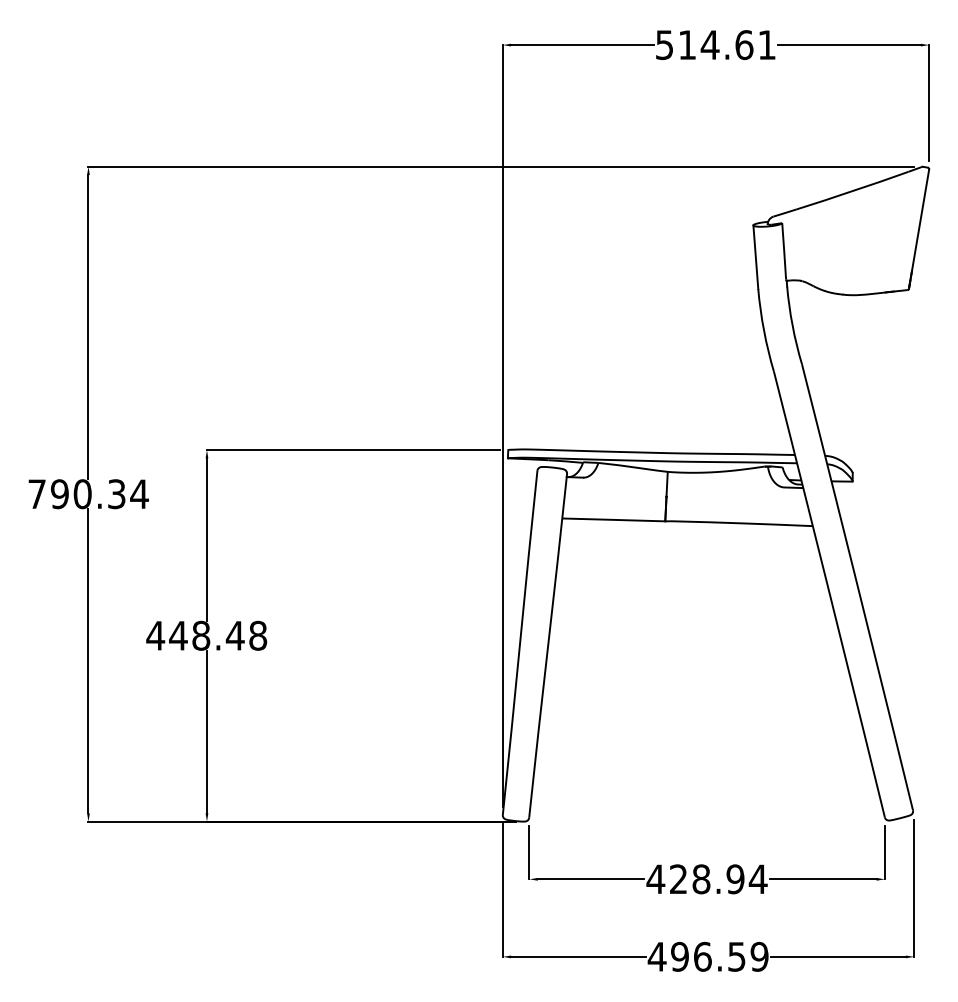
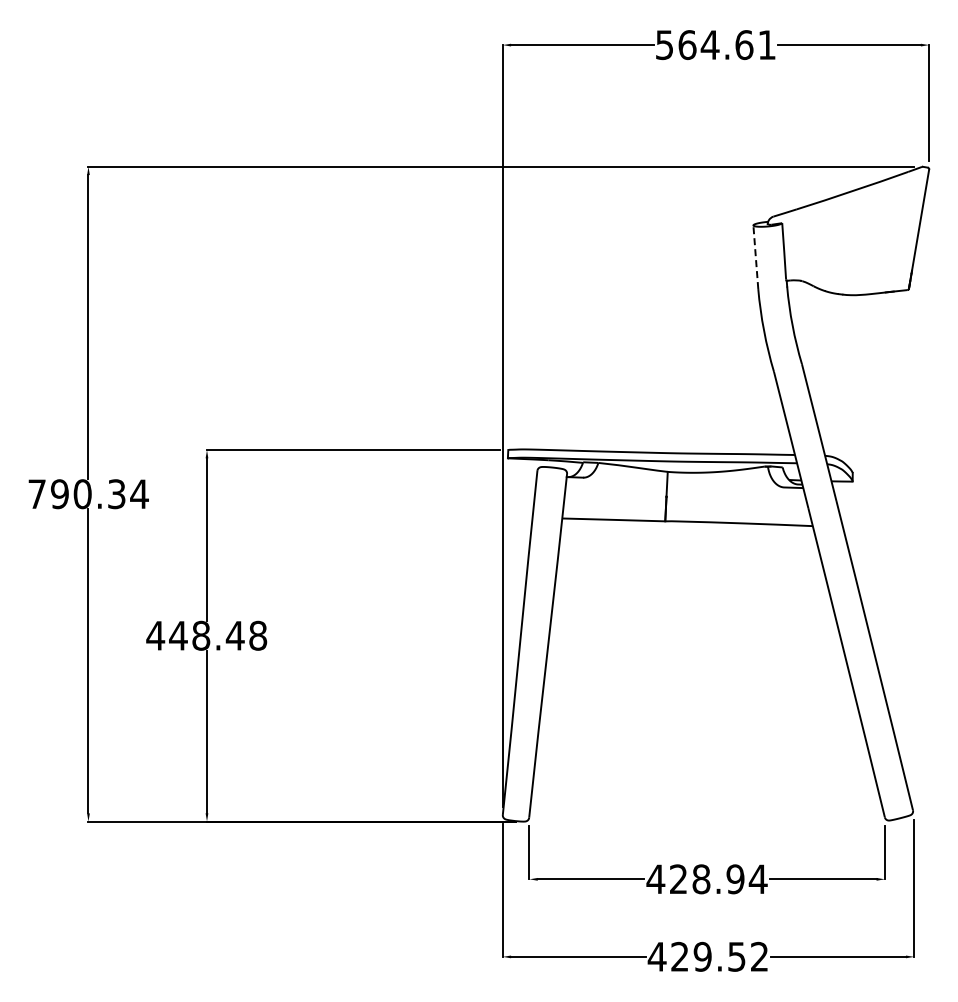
text at (687, 45): 514.61 -> 564.61
line at (755, 257): solid -> dashed
text at (719, 956): 496.59 -> 429.52
